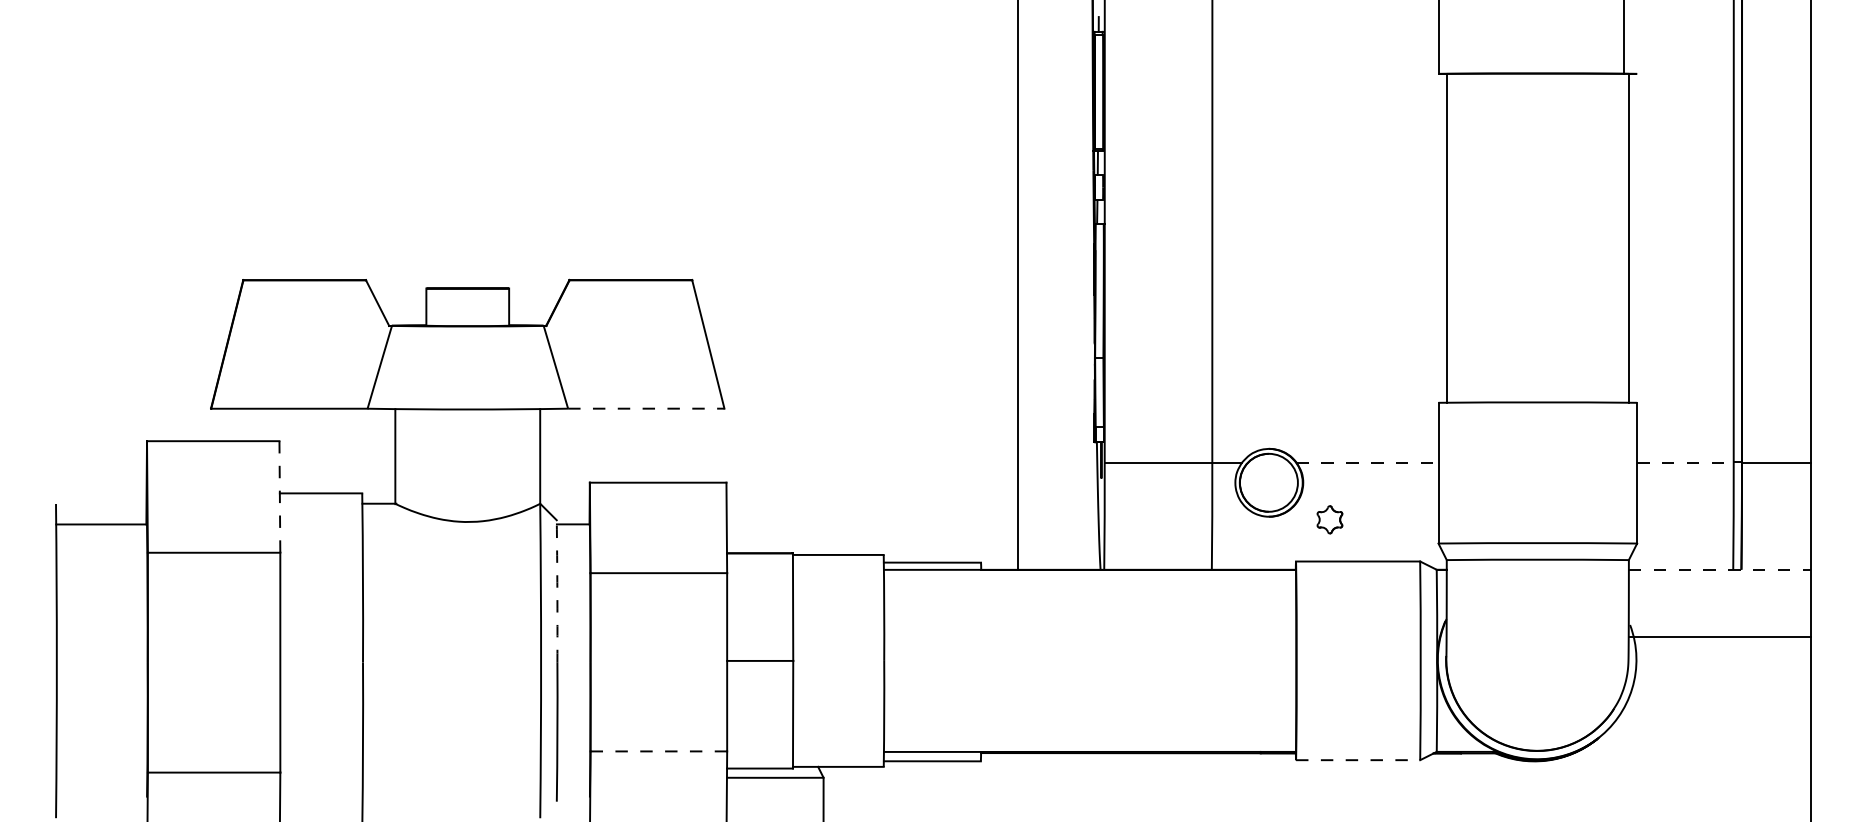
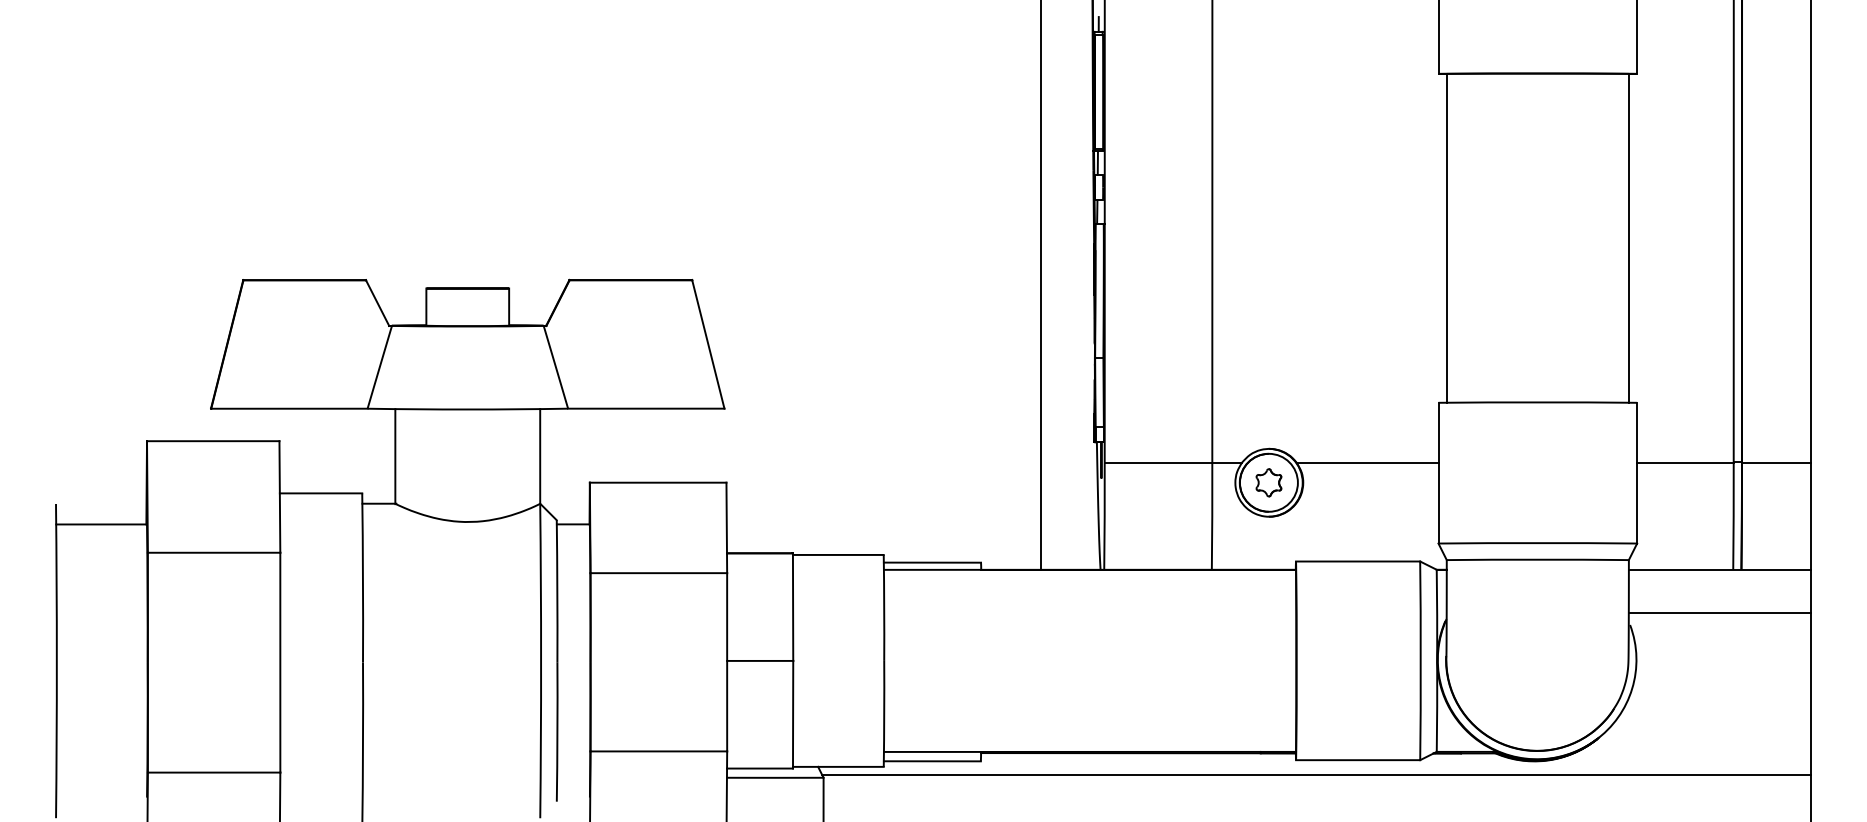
line at (1624, 37) position: (1624, 37) -> (1637, 37)
line at (1017, 285) position: (1017, 285) -> (1040, 285)
line at (646, 408): dashed -> solid
line at (1367, 462): dashed -> solid
line at (1685, 462): dashed -> solid
line at (279, 496): dashed -> solid
part at (1329, 519) position: (1329, 519) -> (1268, 482)
line at (1720, 569): dashed -> solid
arc at (557, 591): dashed -> solid
line at (1719, 636) position: (1719, 636) -> (1719, 612)
line at (659, 751): dashed -> solid
line at (1358, 760): dashed -> solid
line at (1316, 775): none -> present
